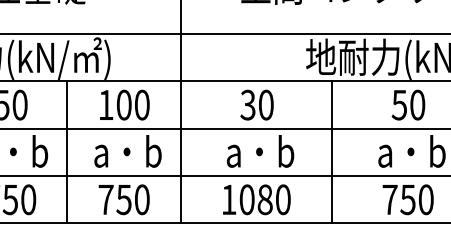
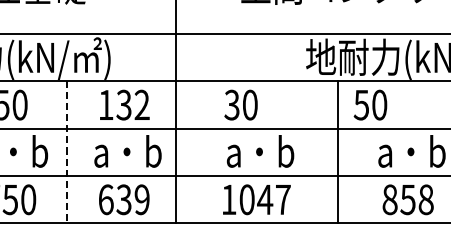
text at (132, 104): 100 -> 132
text at (256, 104) position: (256, 104) -> (240, 104)
text at (408, 104) position: (408, 104) -> (370, 104)
line at (181, 112) position: (181, 112) -> (176, 112)
line at (67, 152): solid -> dashed
line at (332, 152) position: (332, 152) -> (338, 152)
text at (123, 199): 750 -> 639
text at (273, 199): 1080 -> 1047
text at (407, 199): 750 -> 858
